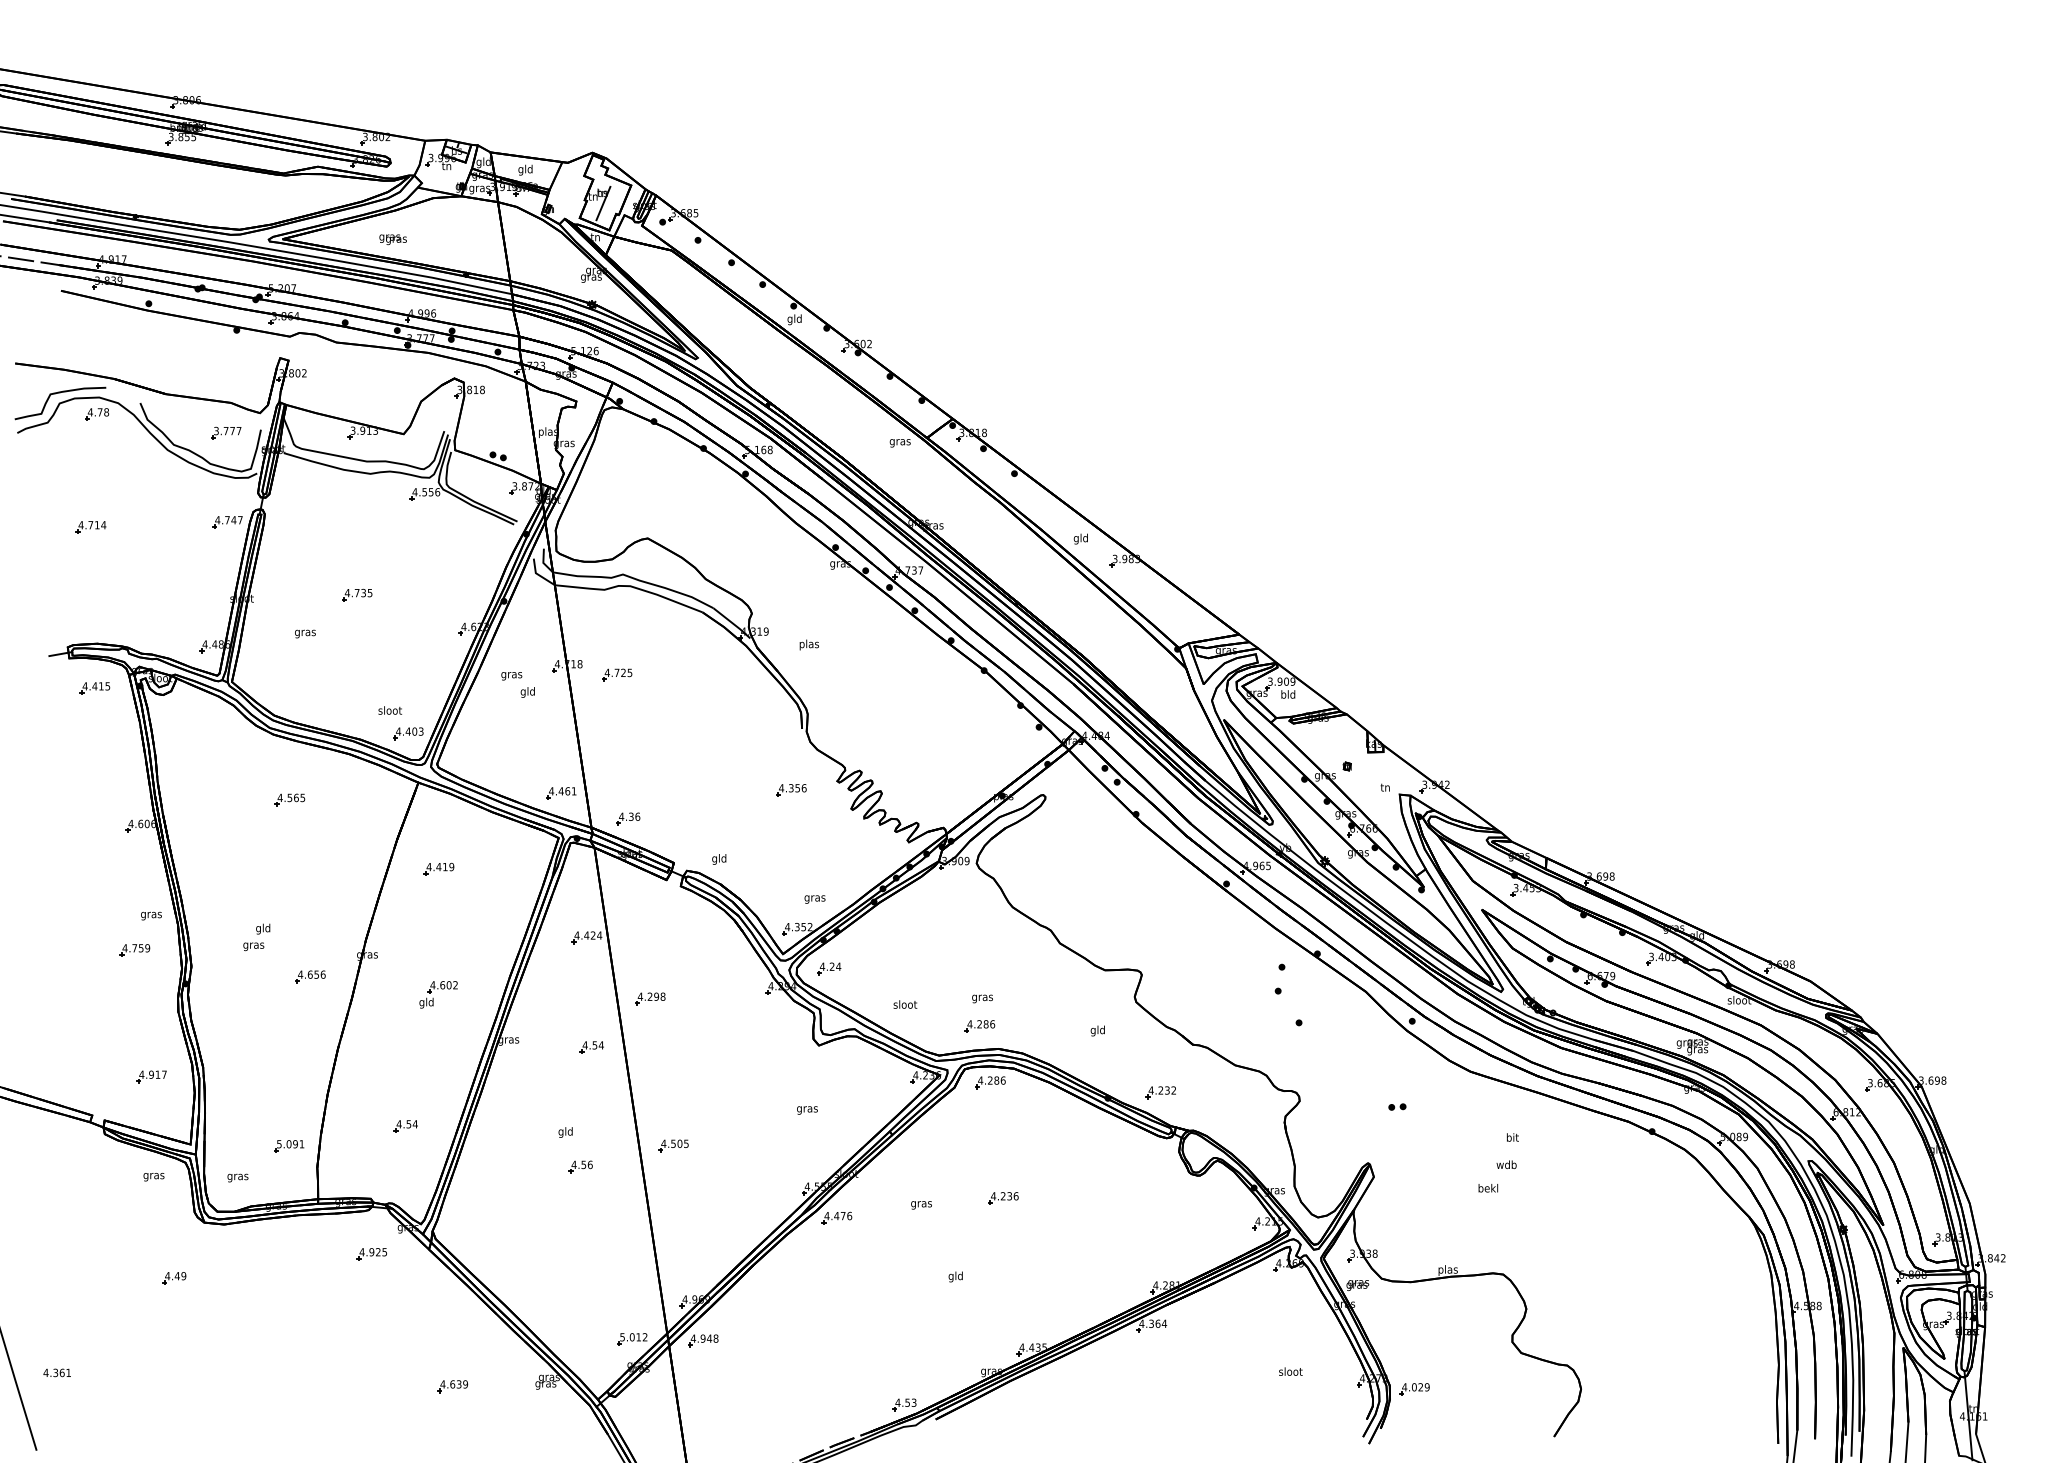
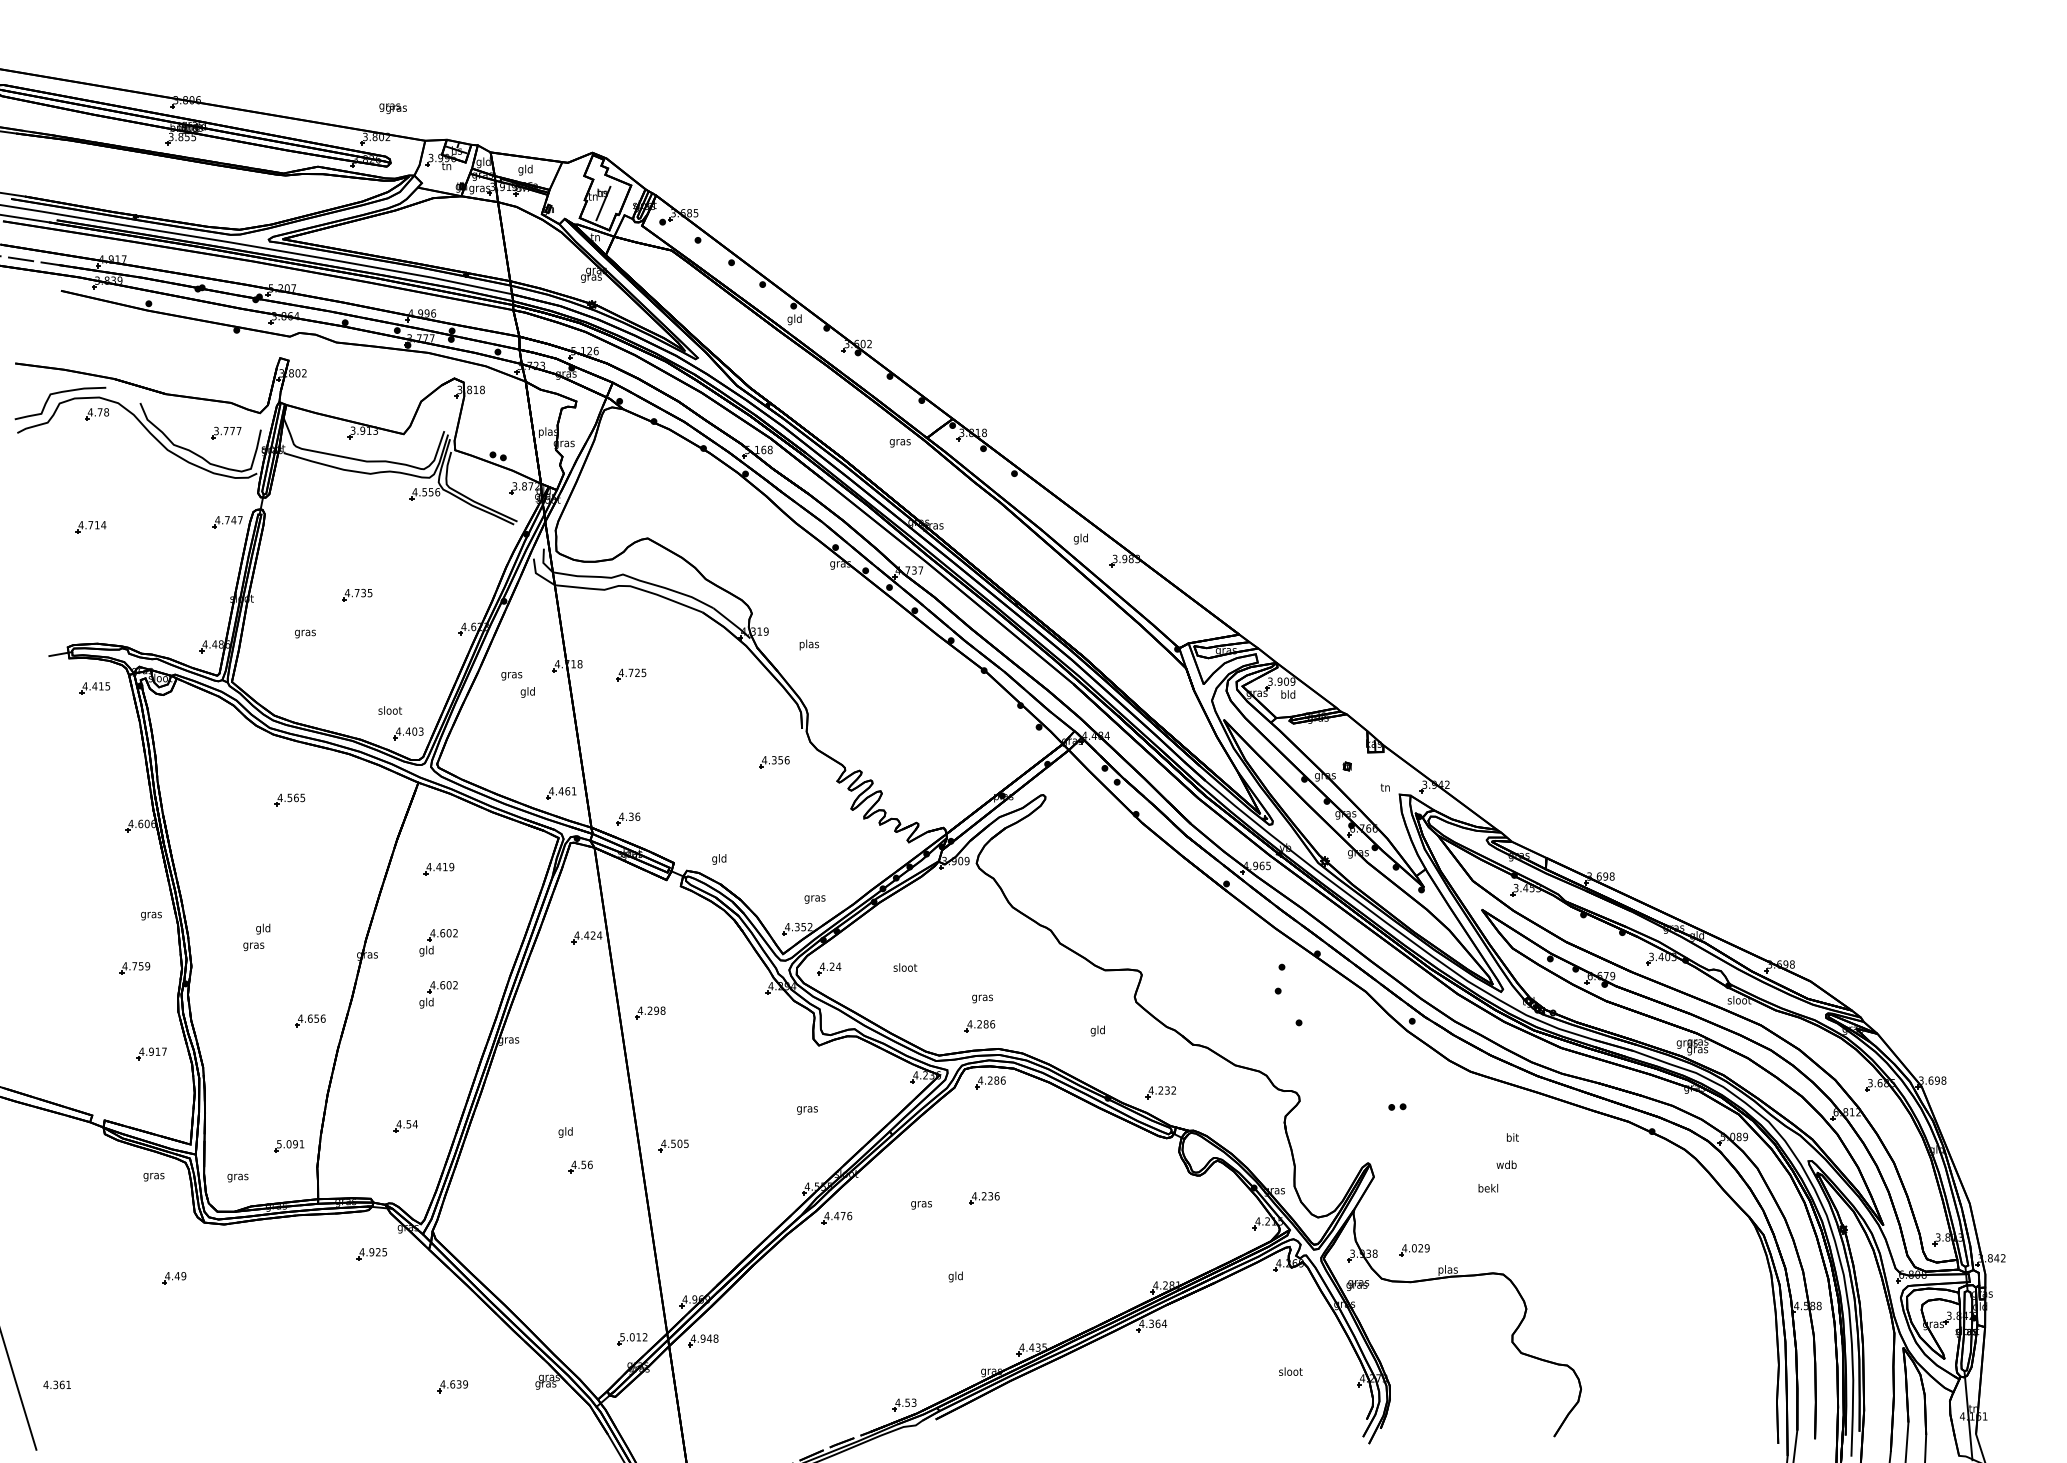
text at (392, 239) position: (392, 239) -> (392, 108)
part at (617, 674) position: (617, 674) -> (631, 674)
part at (791, 790) position: (791, 790) -> (774, 762)
part at (438, 942): none -> present
part at (134, 950) position: (134, 950) -> (134, 968)
part at (310, 976) position: (310, 976) -> (310, 1020)
part at (650, 998) position: (650, 998) -> (650, 1012)
text at (905, 1004) position: (905, 1004) -> (905, 967)
part at (591, 1047): present -> none
part at (151, 1076) position: (151, 1076) -> (151, 1053)
part at (1003, 1198) position: (1003, 1198) -> (984, 1198)
text at (56, 1372) position: (56, 1372) -> (56, 1384)
part at (1414, 1389) position: (1414, 1389) -> (1414, 1250)
